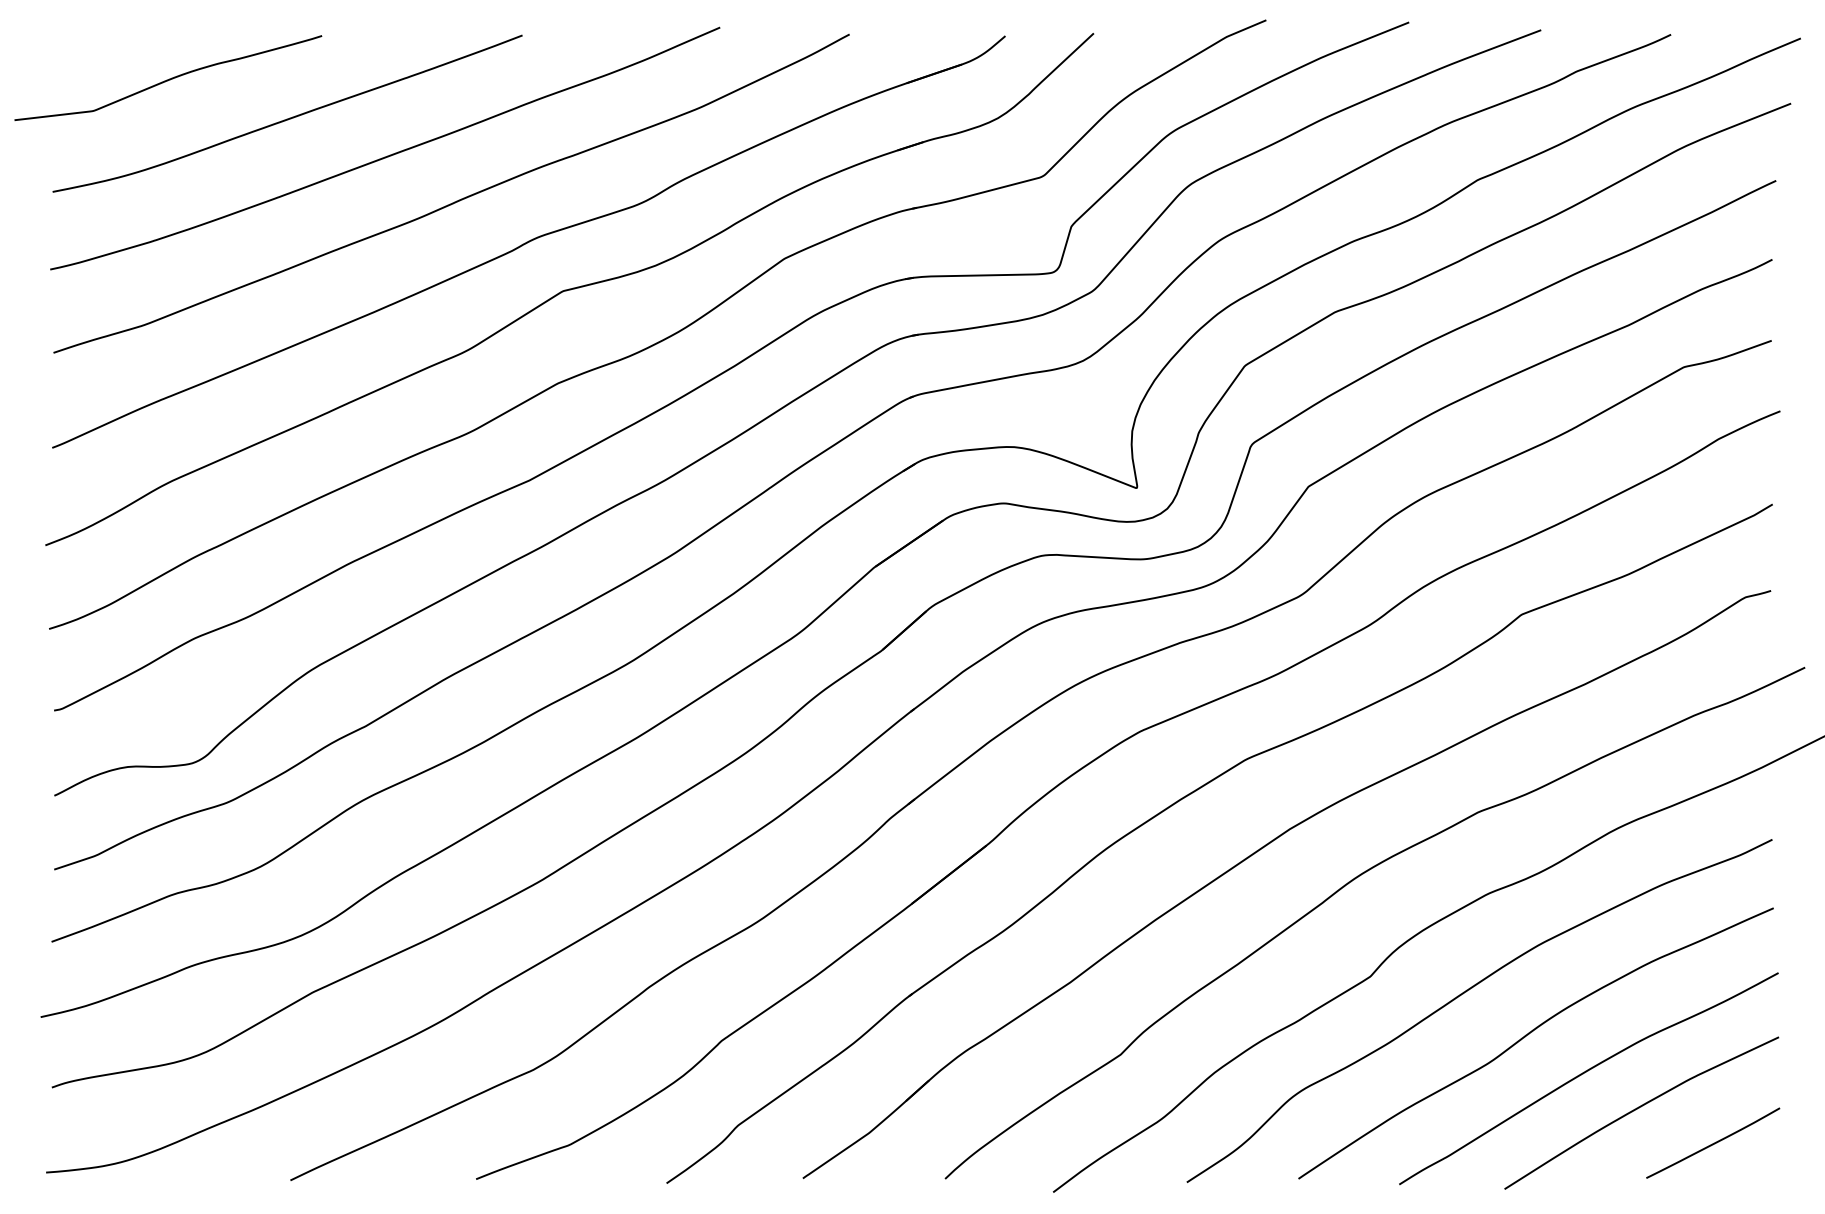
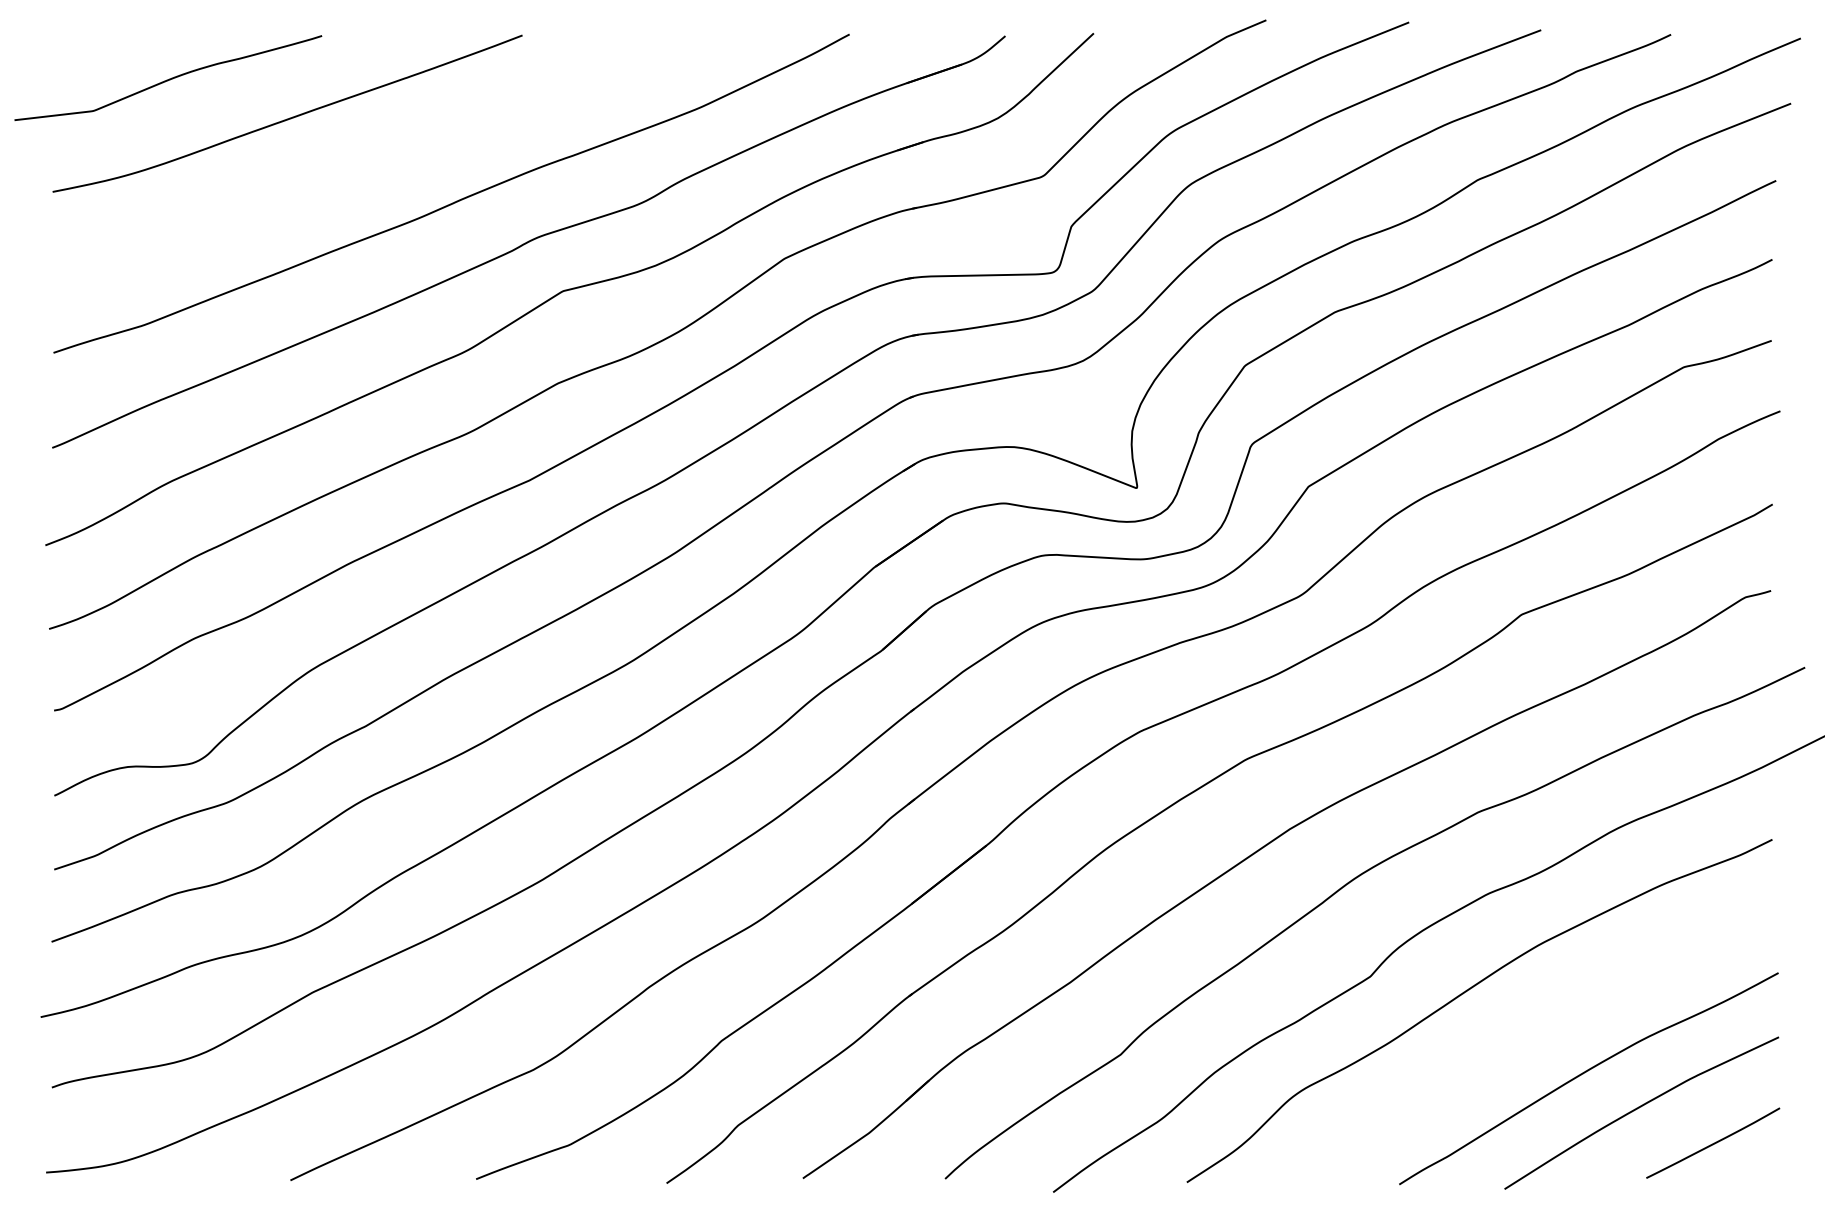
curve at (387, 155): present -> none
curve at (1528, 1035): present -> none
